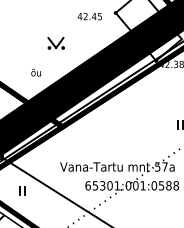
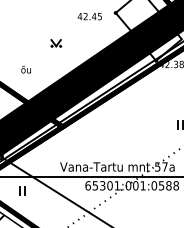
part at (55, 42) size: 18x14 px -> 13x9 px
text at (35, 72) position: (35, 72) -> (25, 69)
line at (91, 176): none -> present
